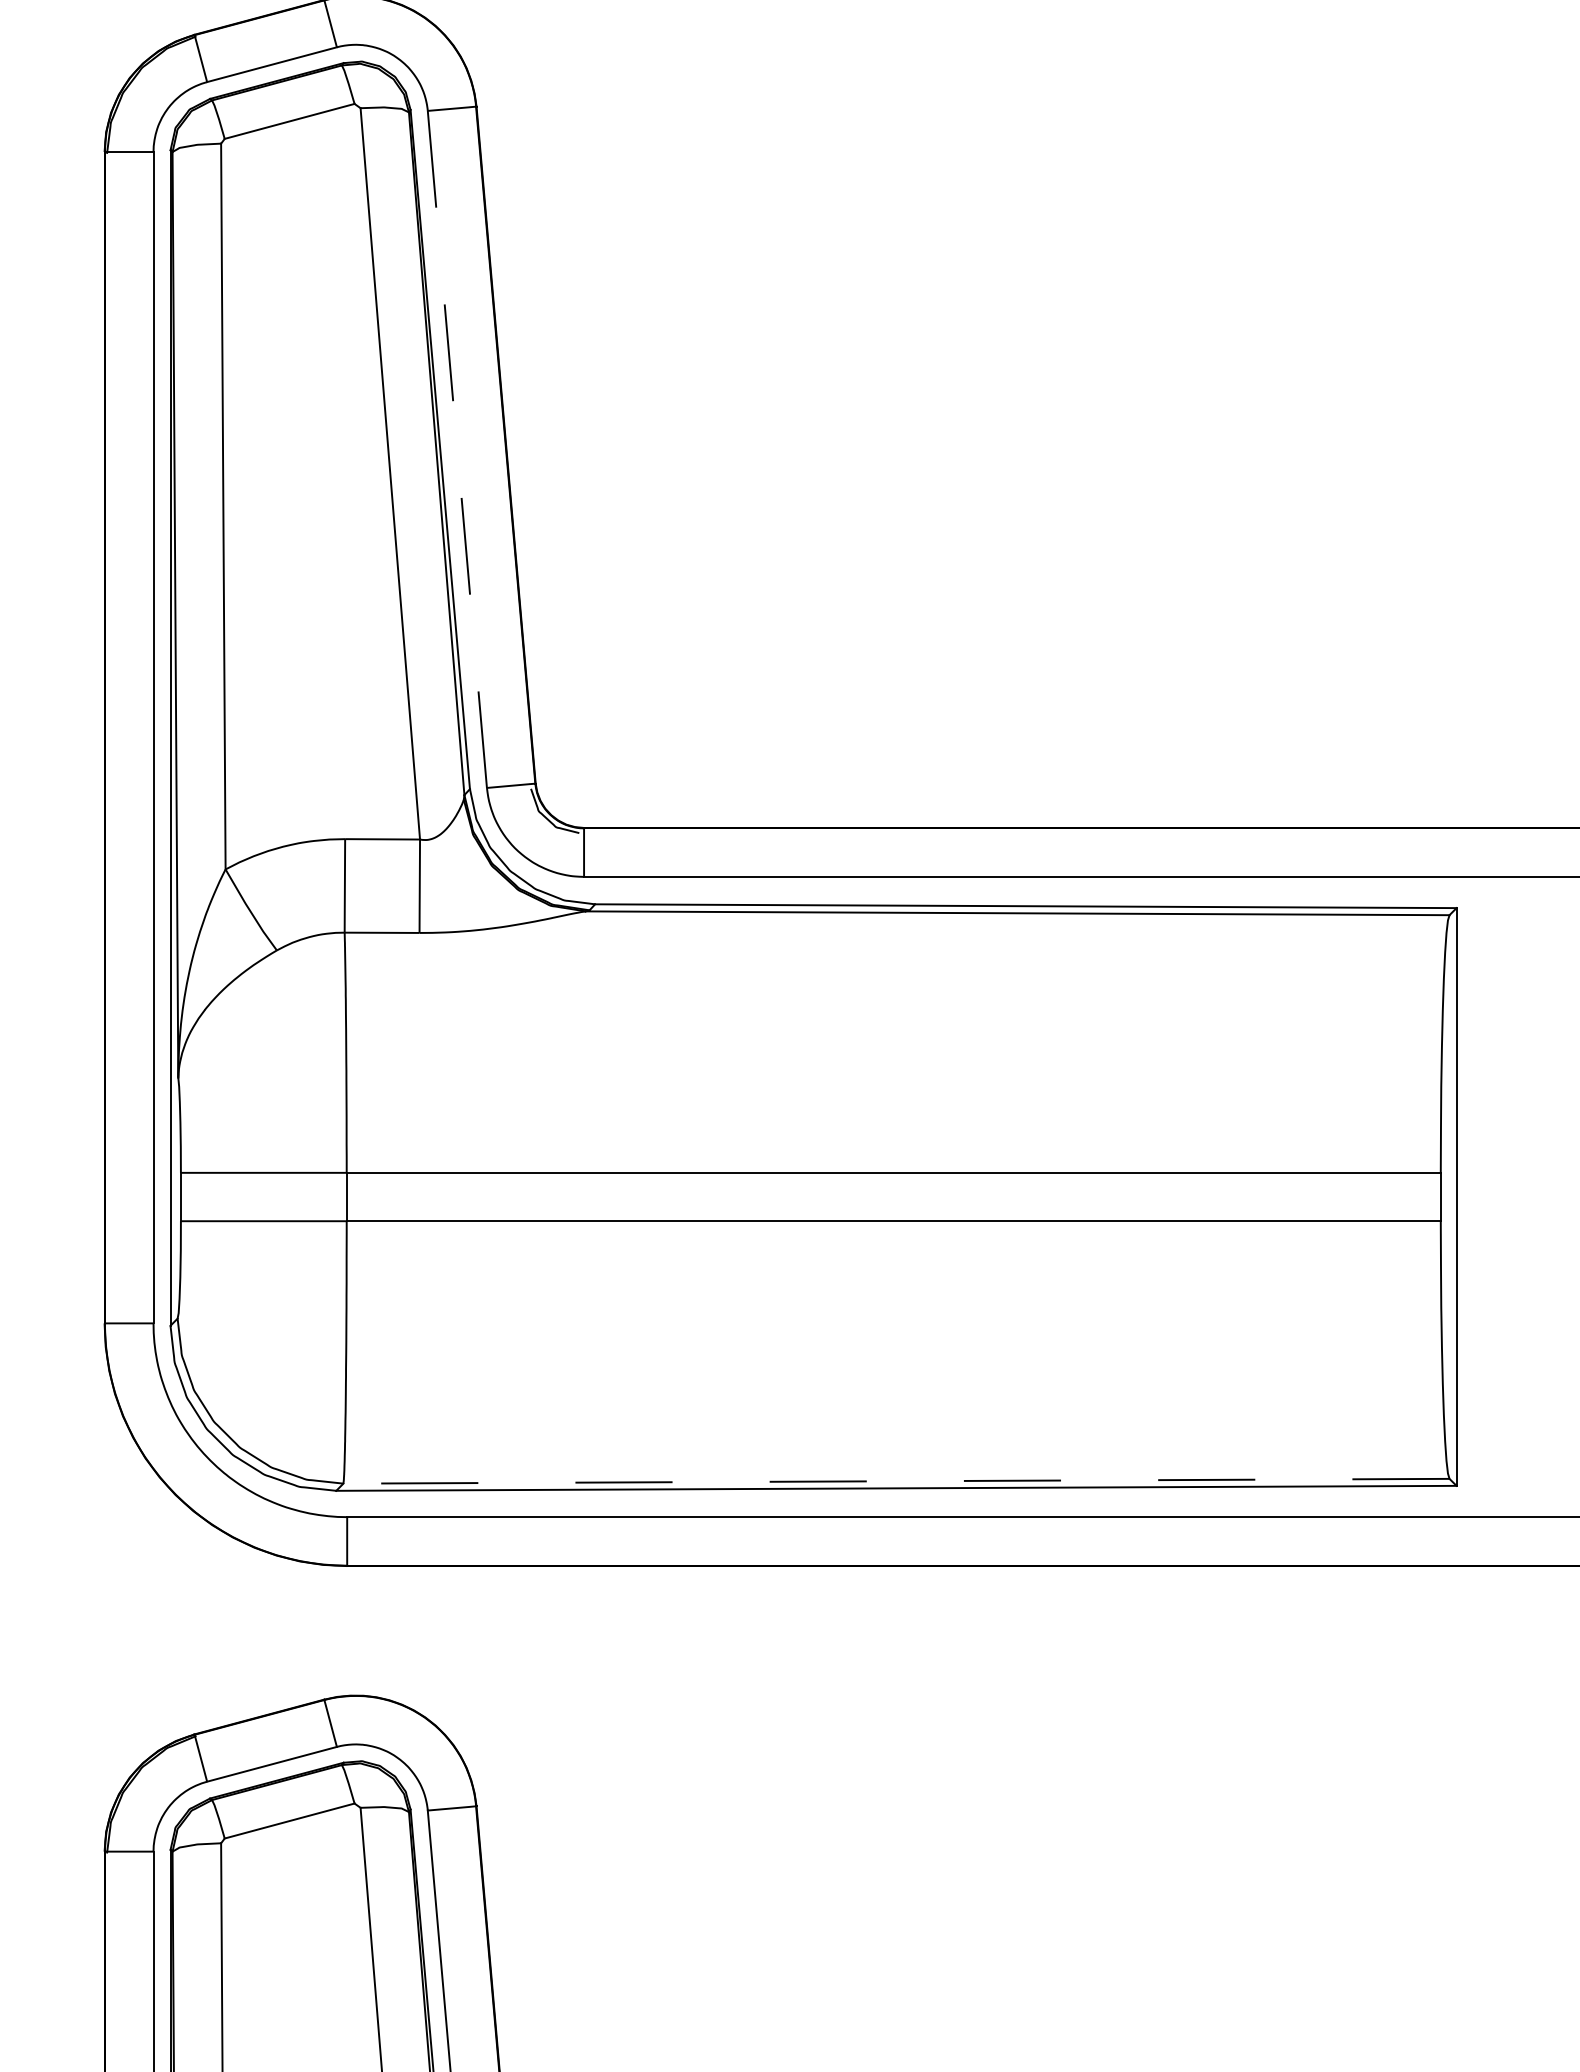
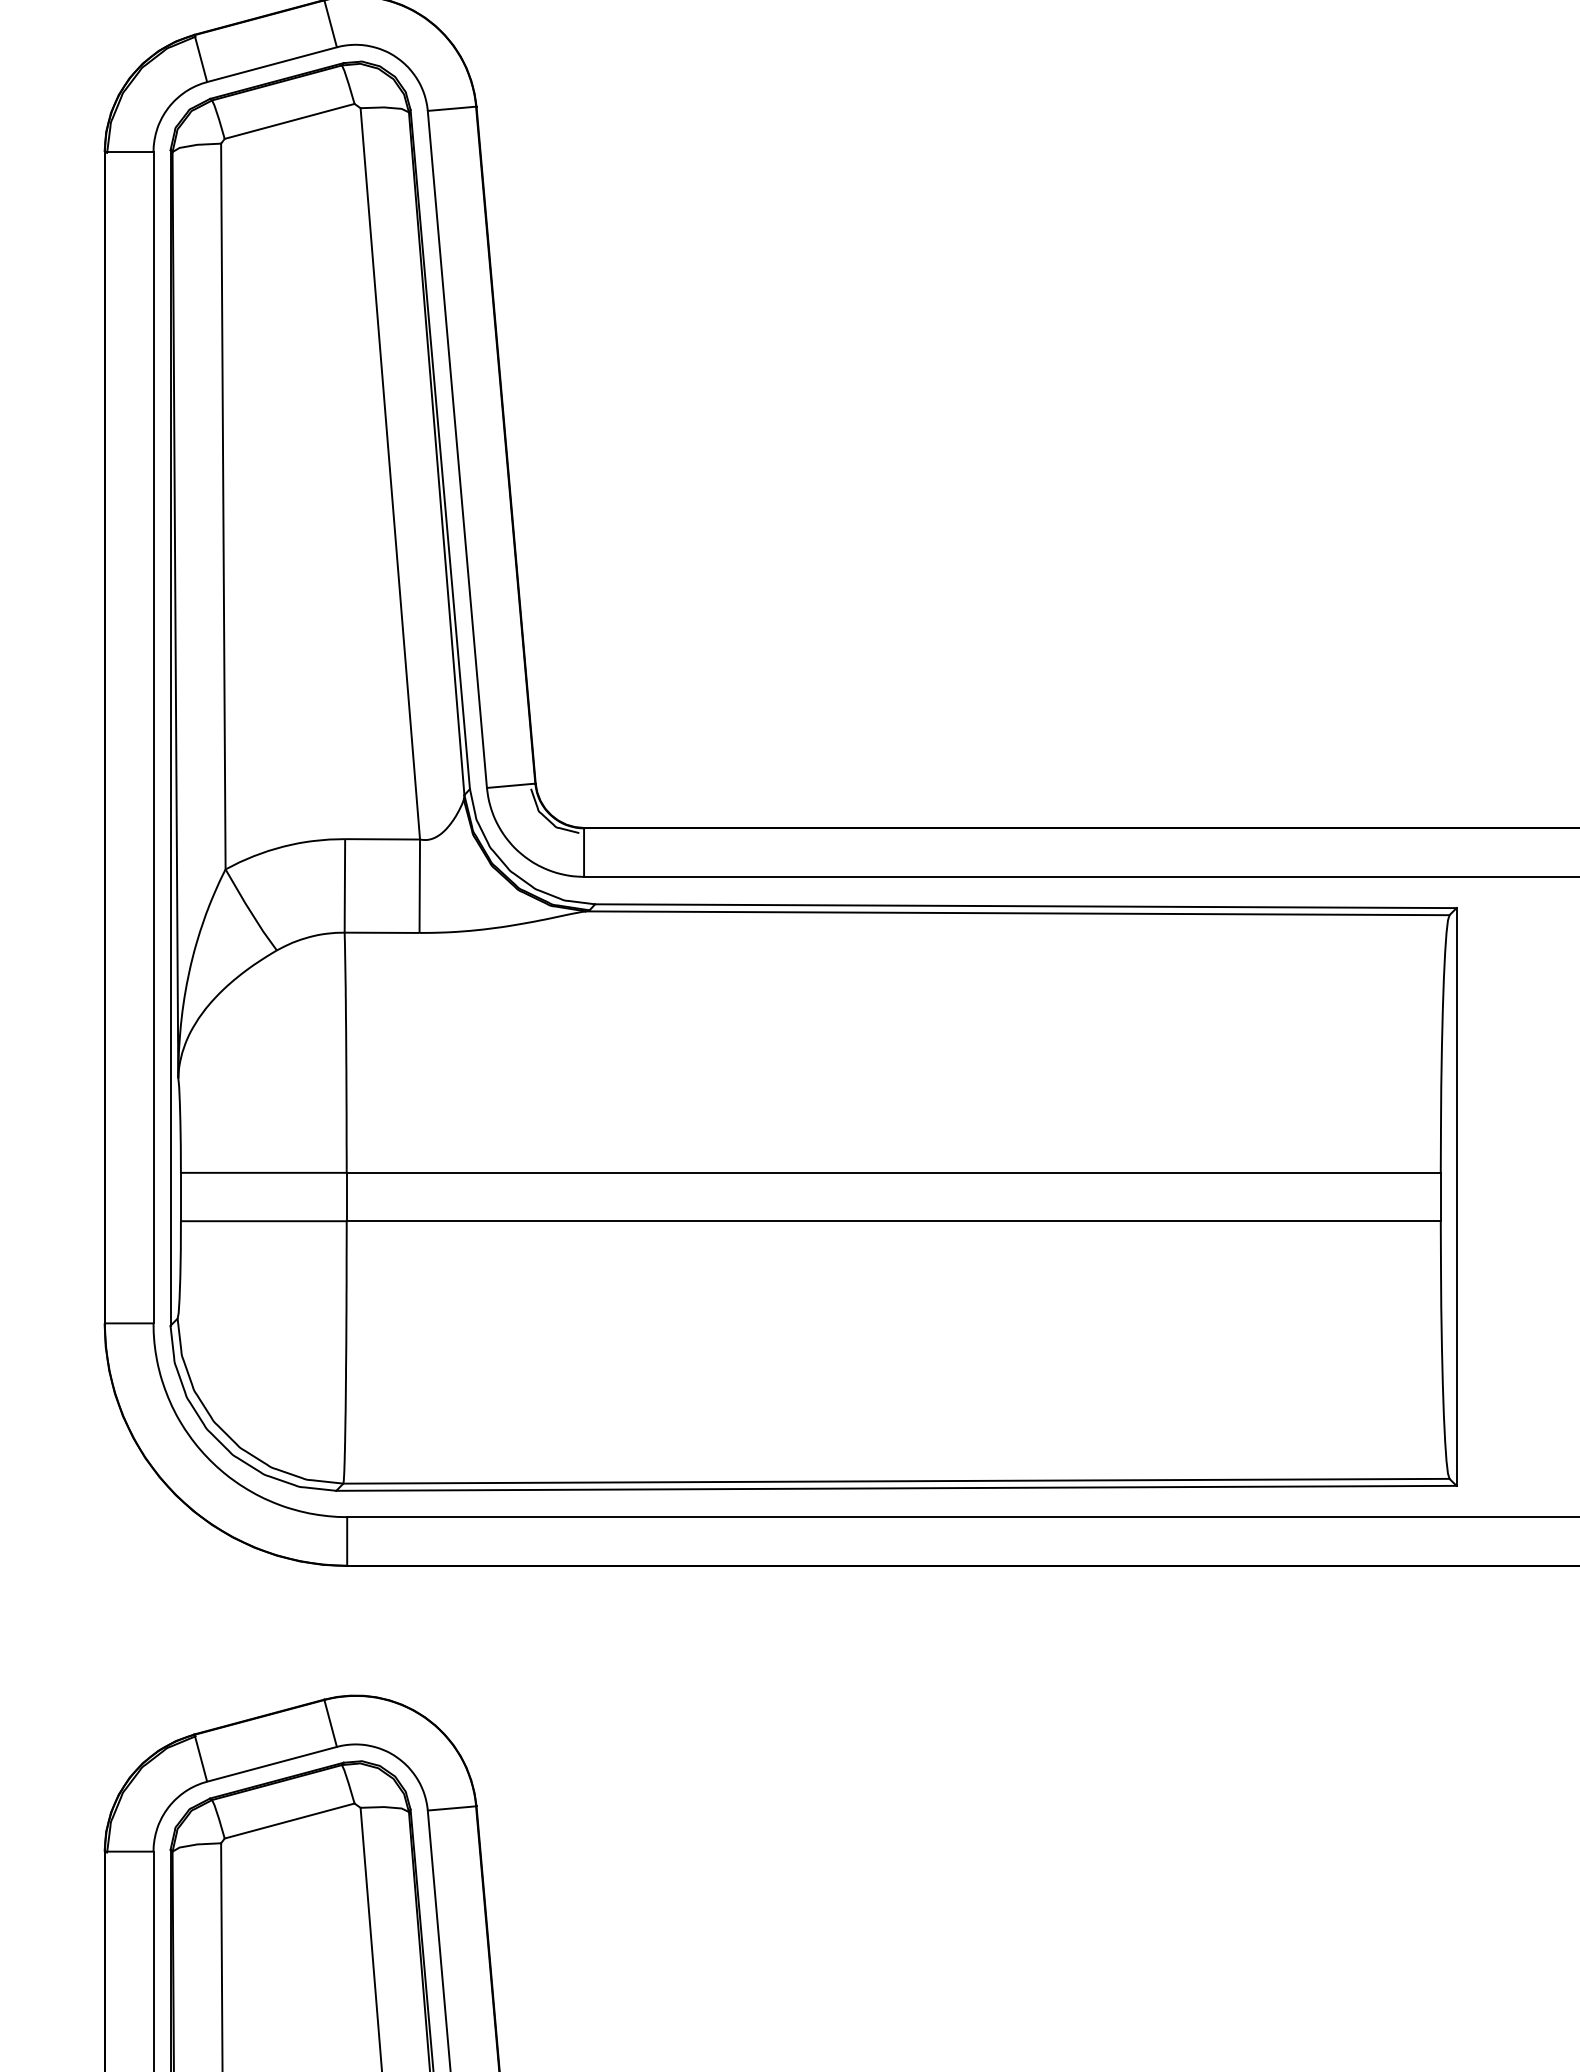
line at (457, 449): dashed -> solid
line at (895, 1481): dashed -> solid
